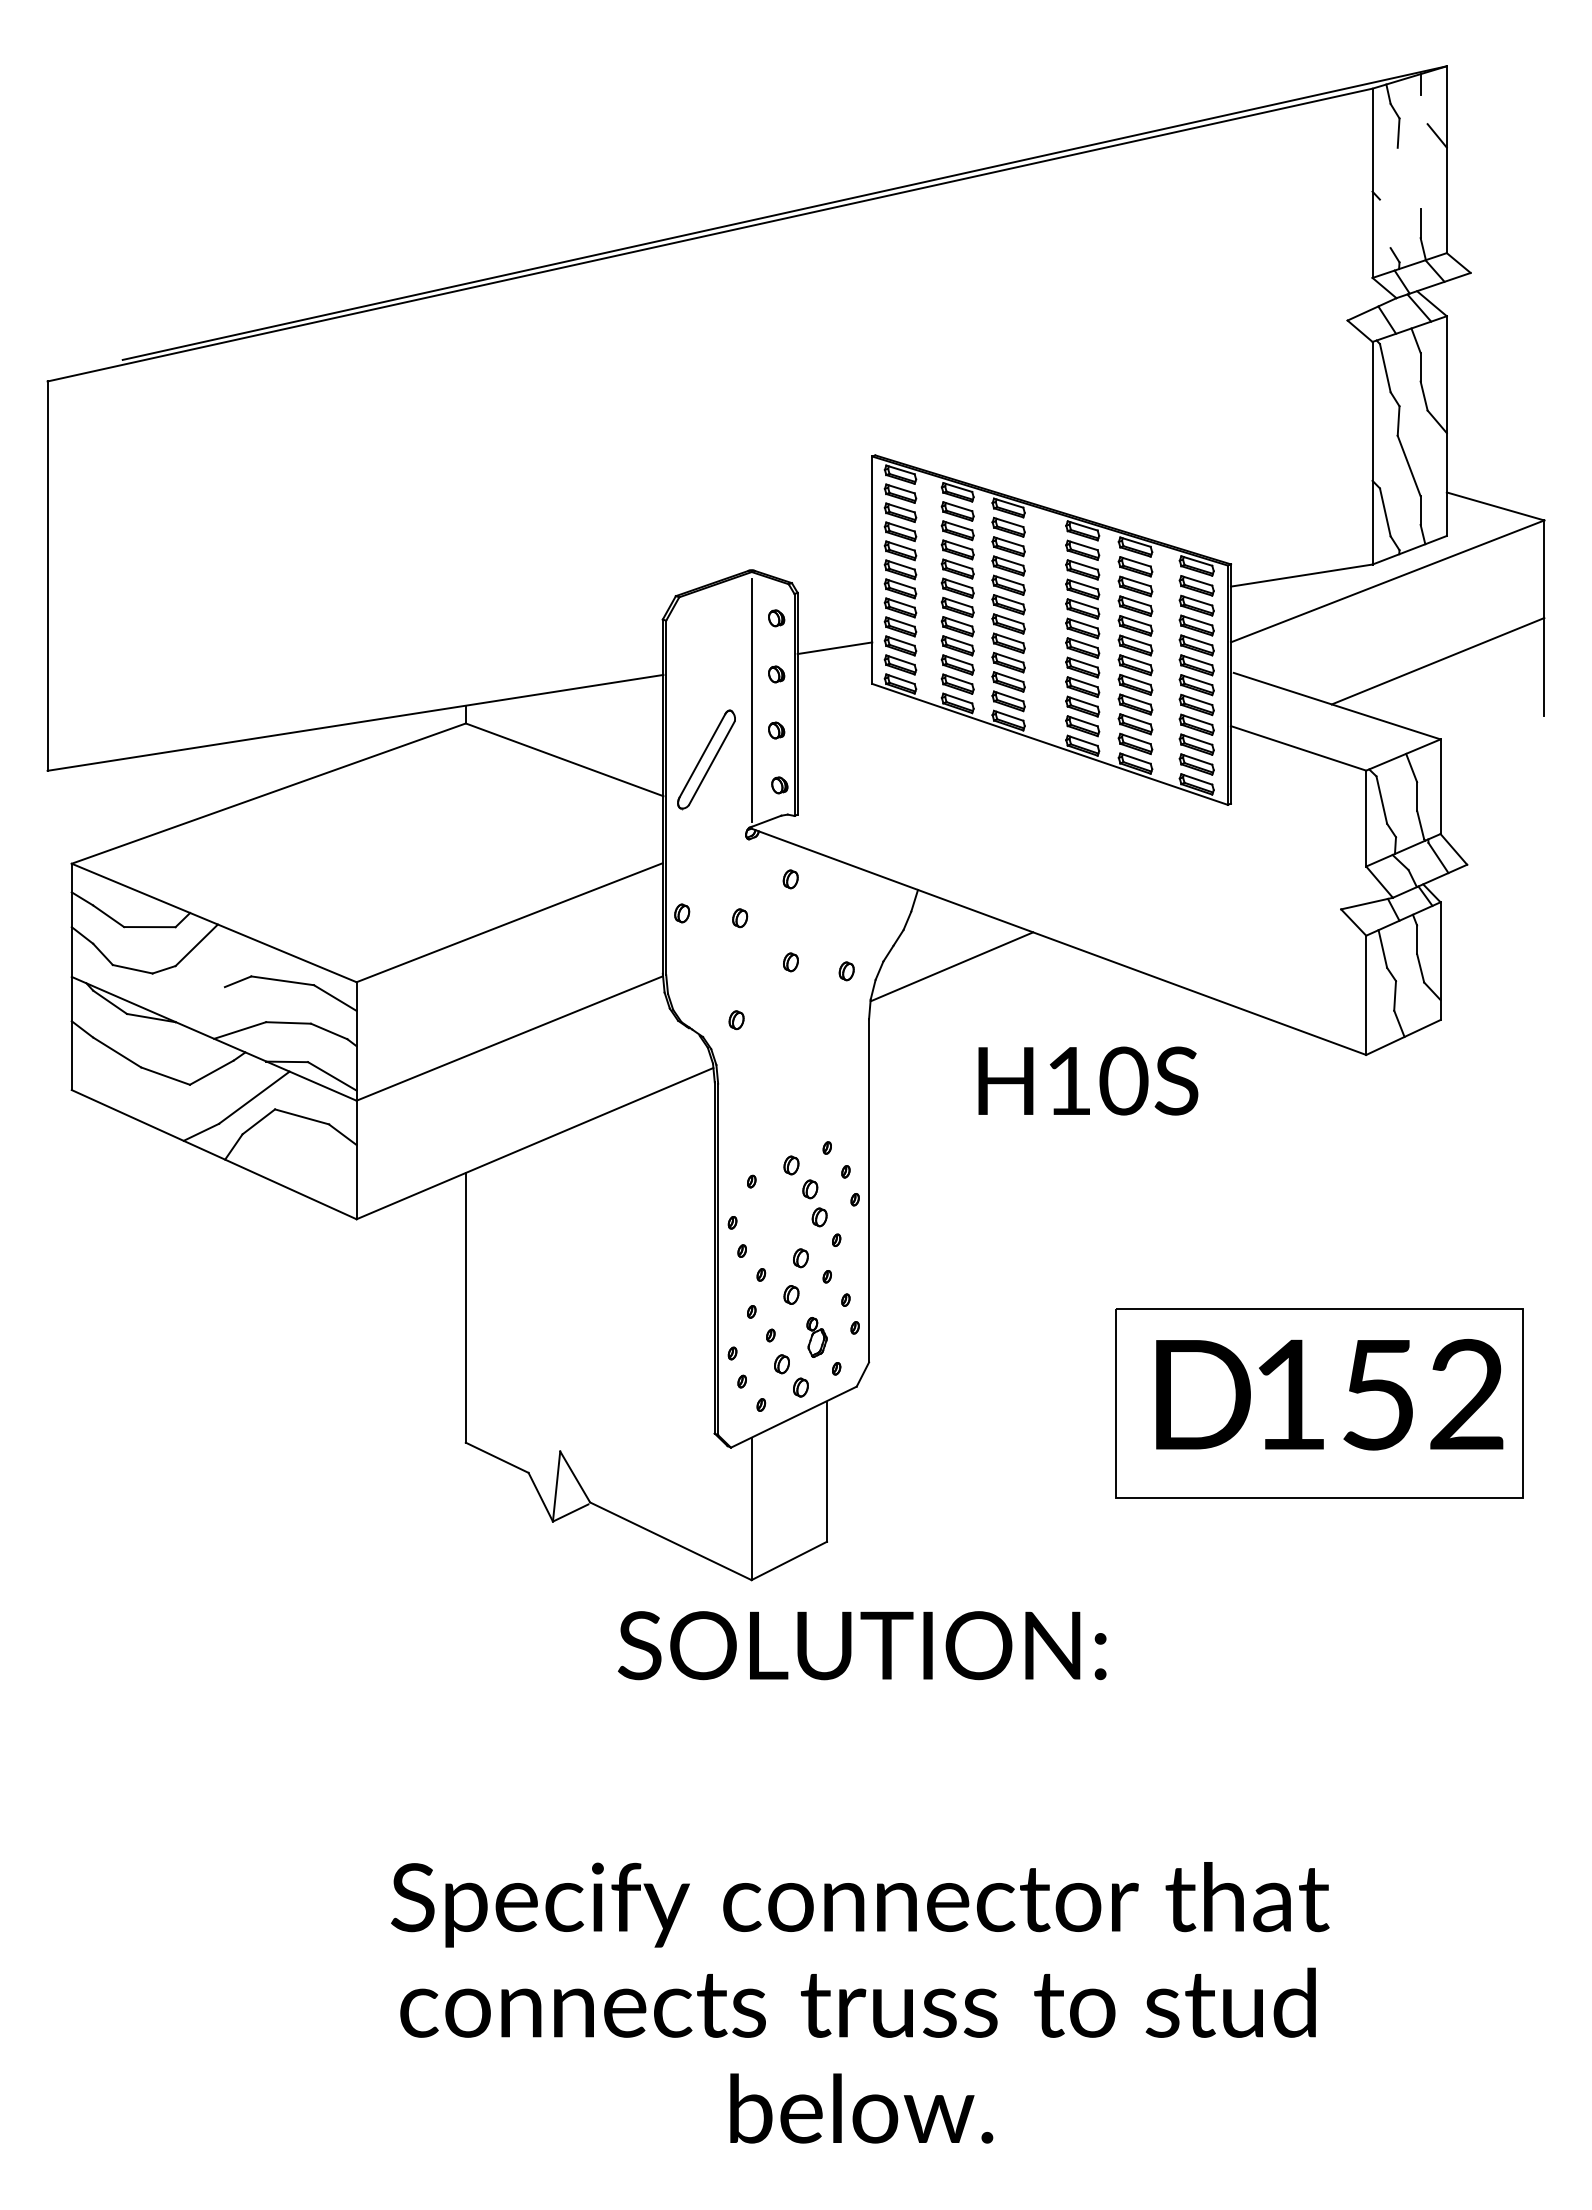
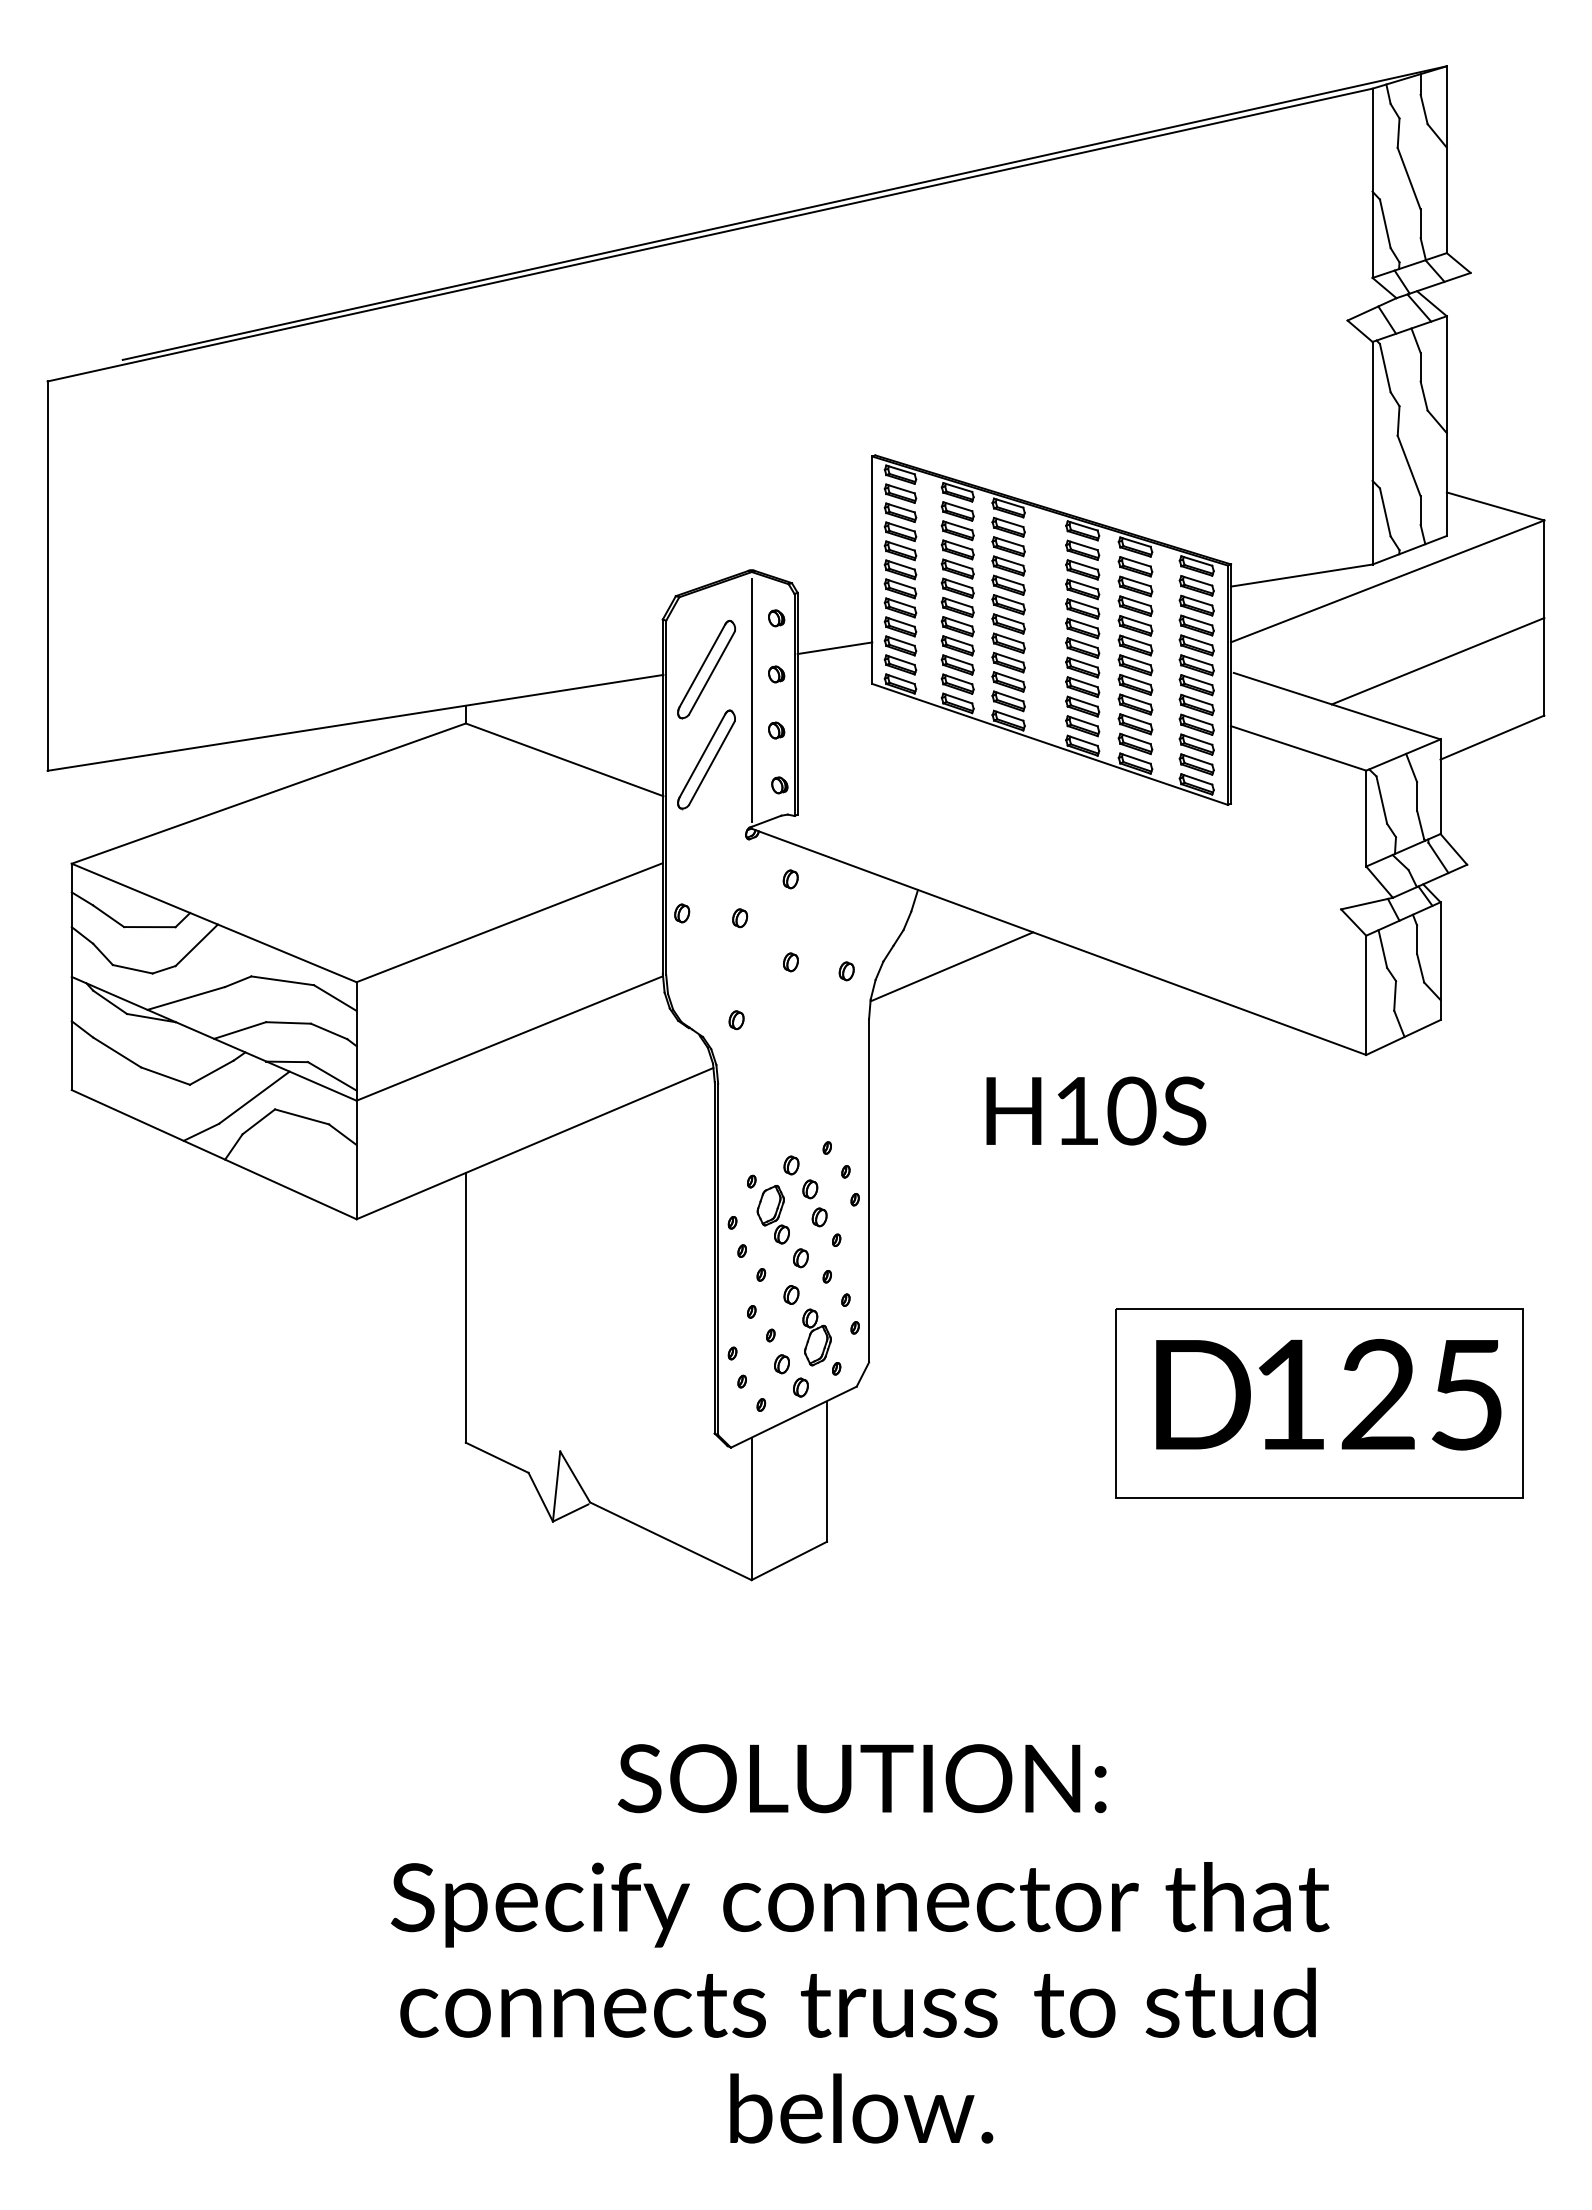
line at (1423, 109): none -> present
line at (1408, 178): none -> present
line at (1384, 223): none -> present
part at (706, 669): none -> present
line at (1492, 737): none -> present
line at (185, 998): none -> present
text at (1088, 1080) position: (1088, 1080) -> (1096, 1110)
part at (772, 1214): none -> present
part at (816, 1337) size: 22x41 px -> 30x59 px
text at (1422, 1394): 152 -> 125
text at (862, 1645) position: (862, 1645) -> (862, 1778)
